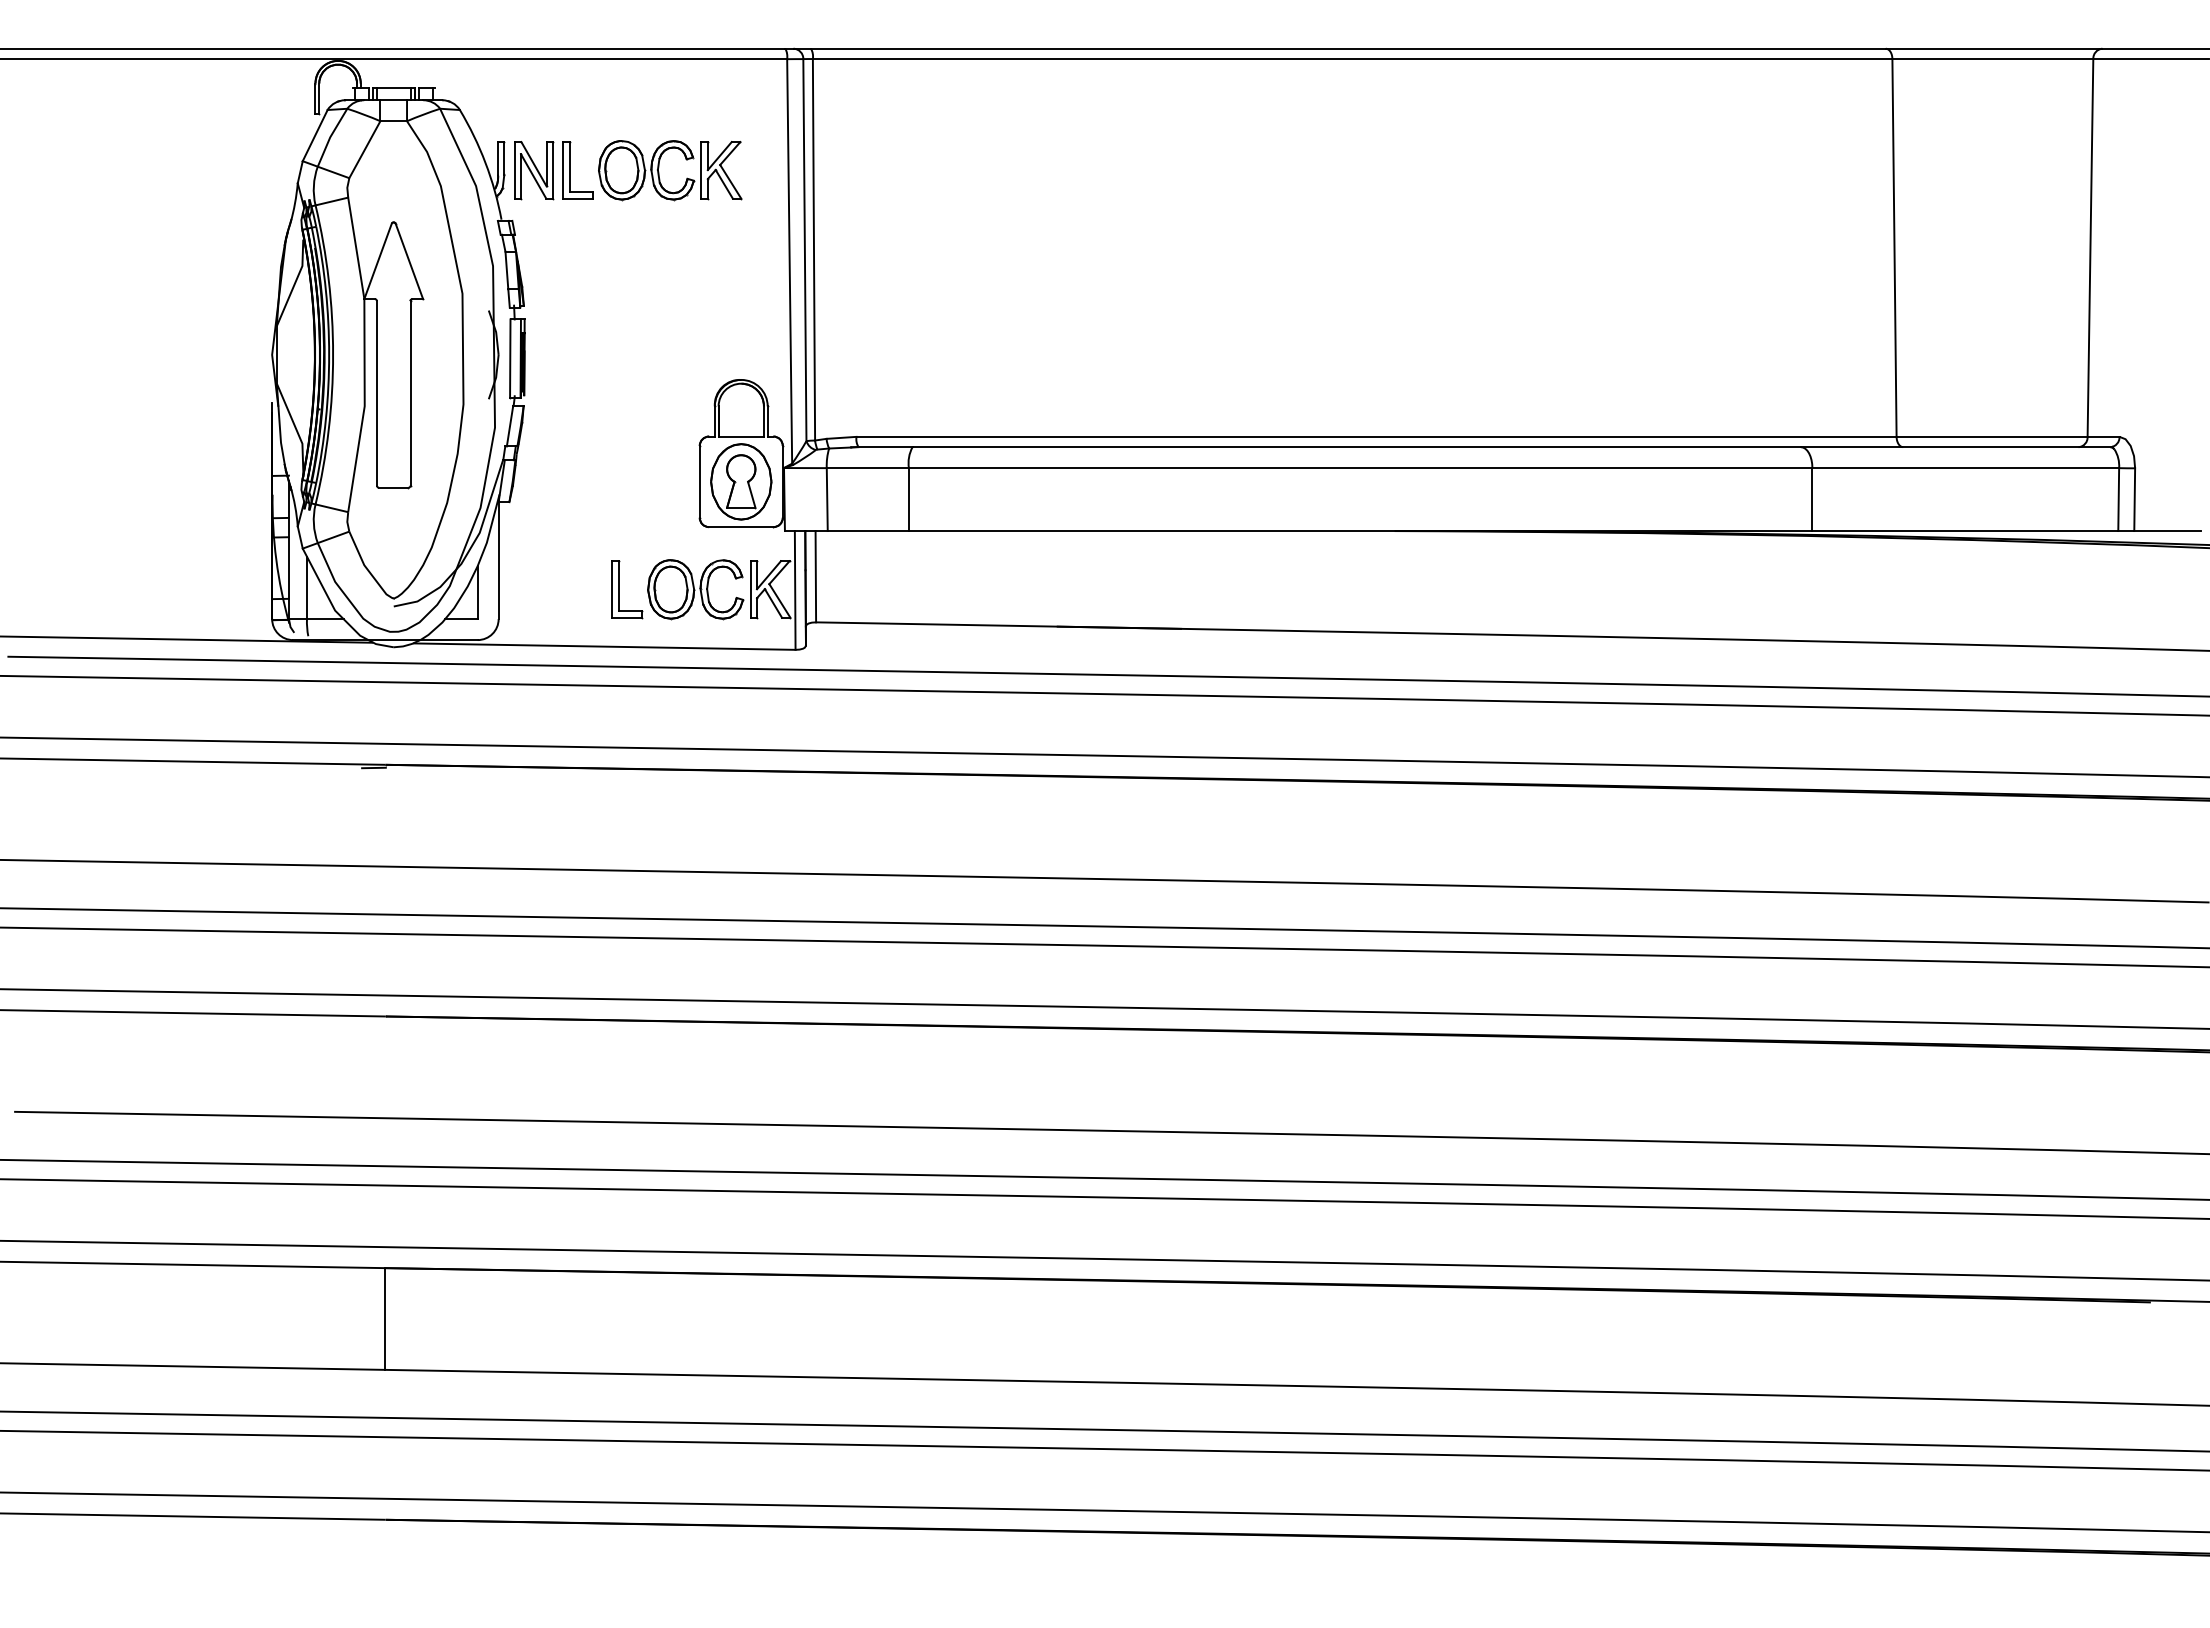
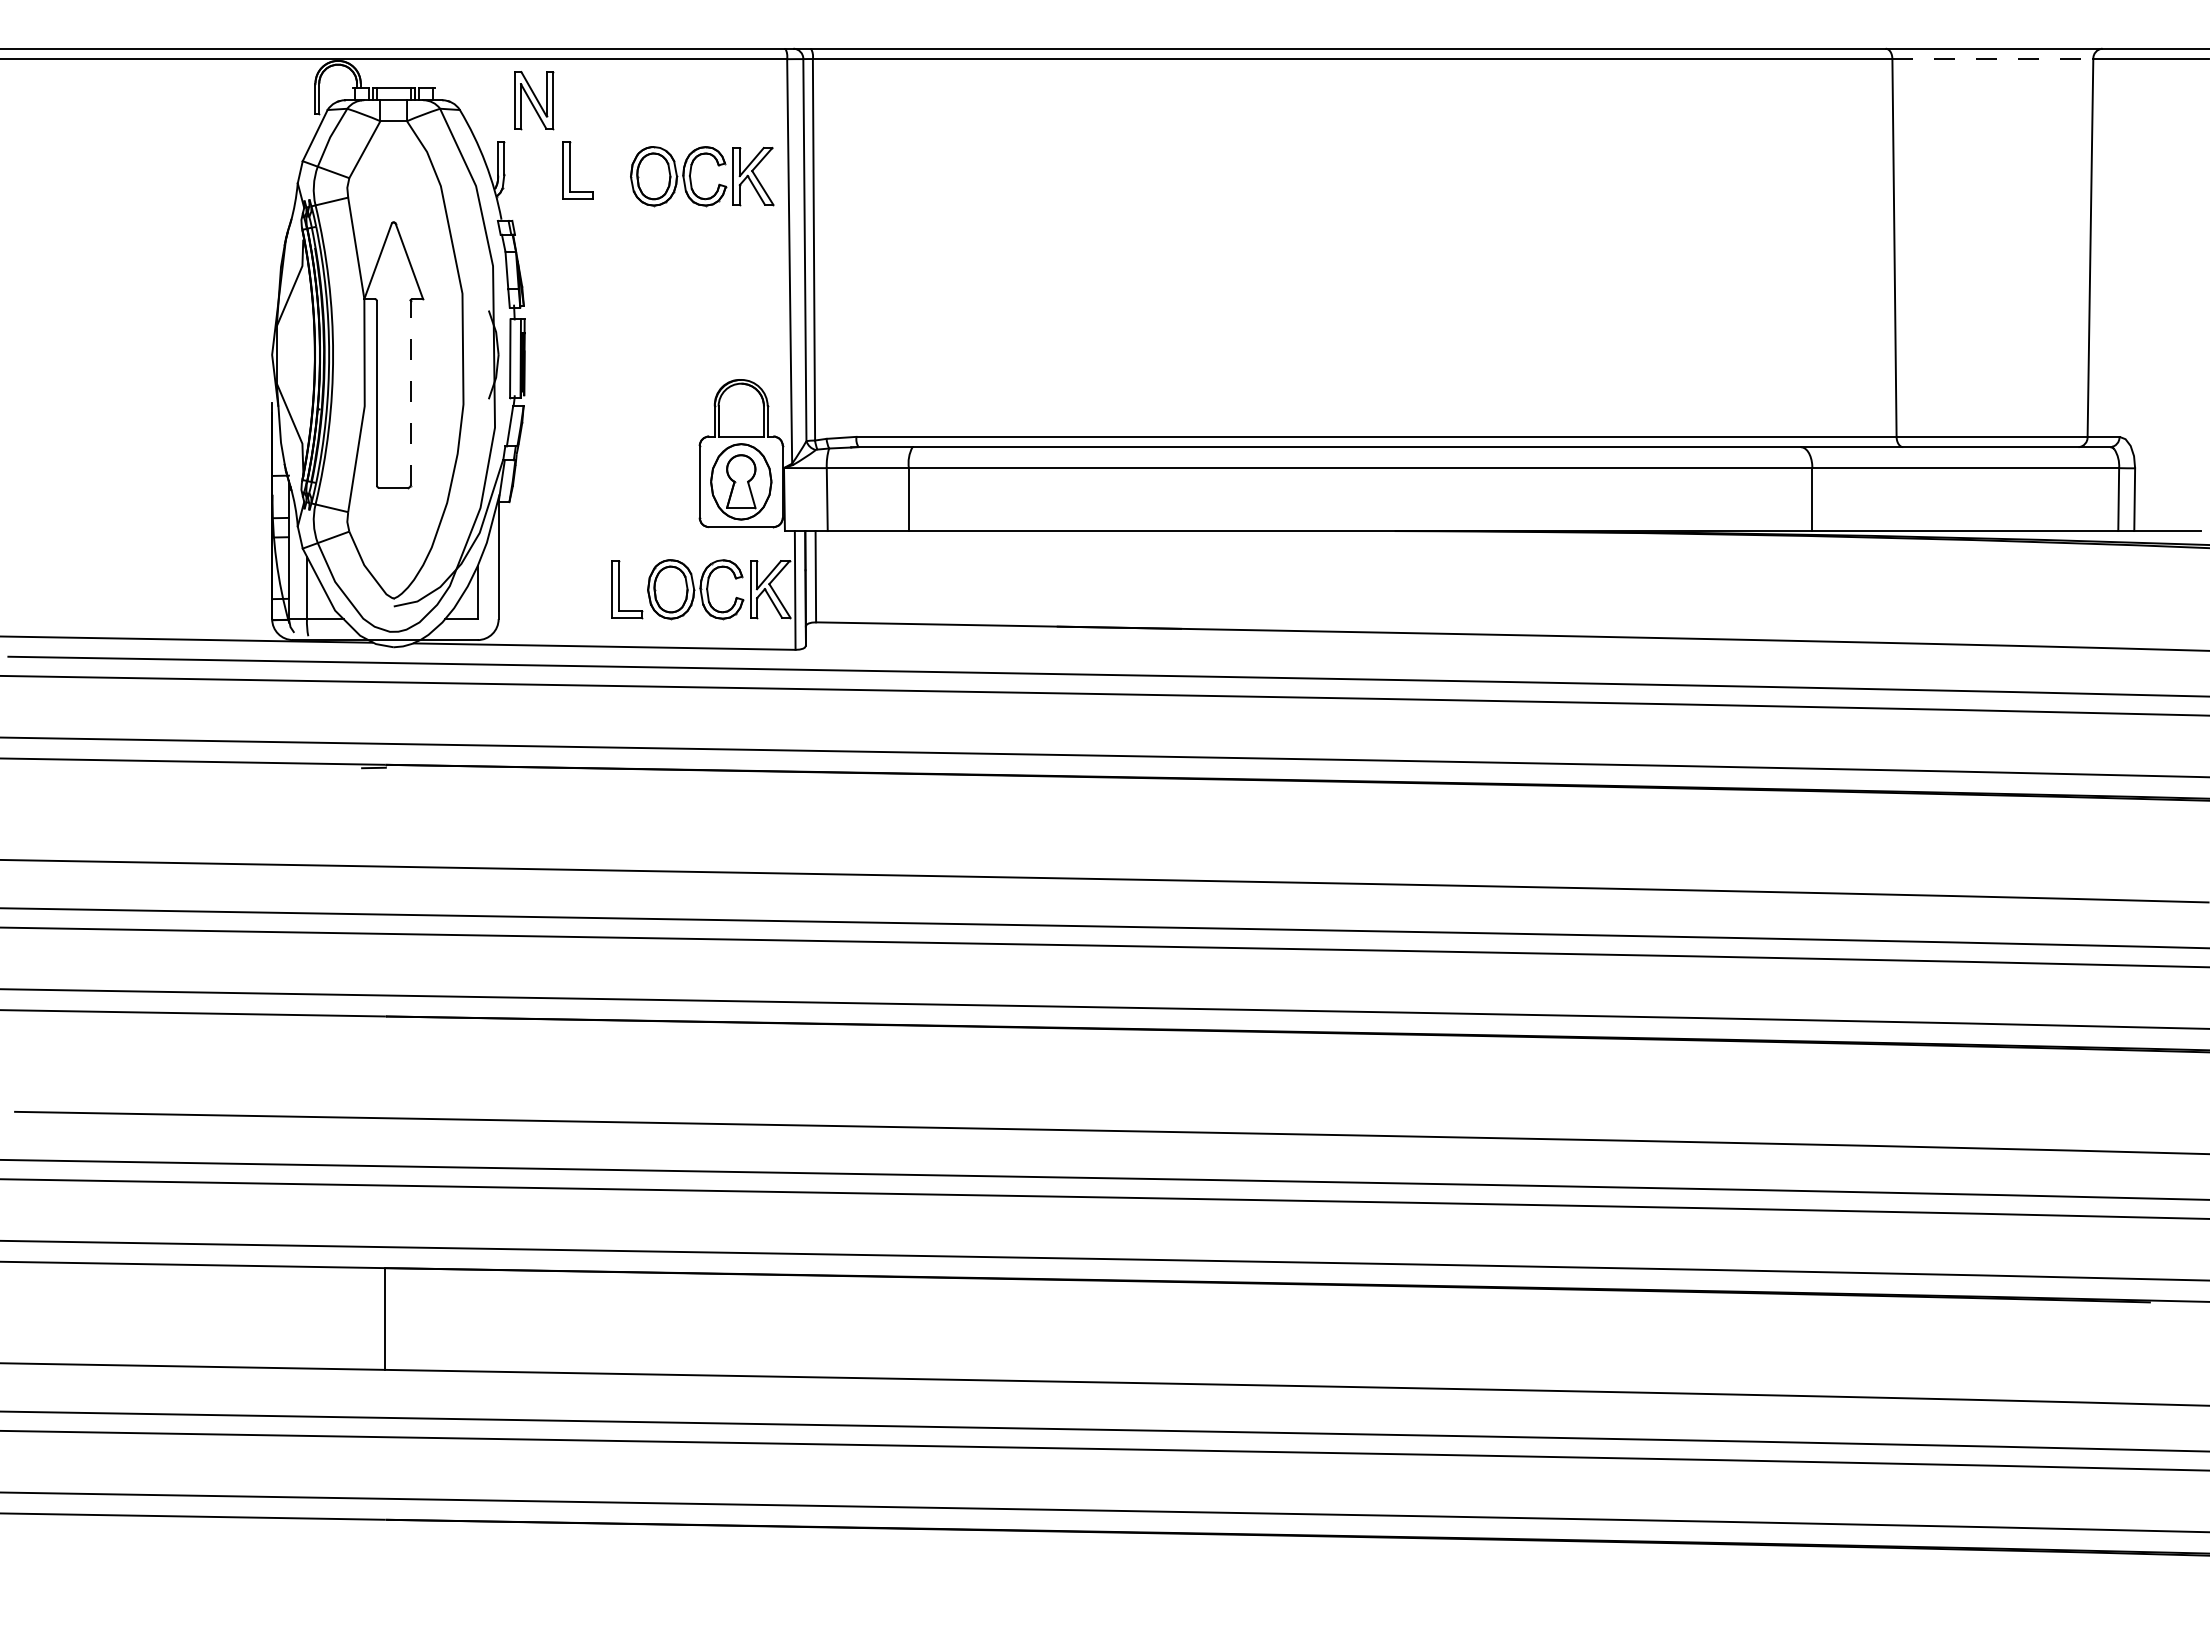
line at (1993, 59): solid -> dashed
part at (534, 170) position: (534, 170) -> (534, 100)
part at (659, 171) position: (659, 171) -> (691, 177)
line at (410, 392): solid -> dashed
